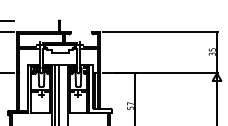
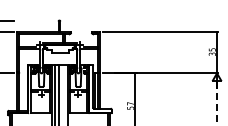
line at (217, 103): solid -> dashed
